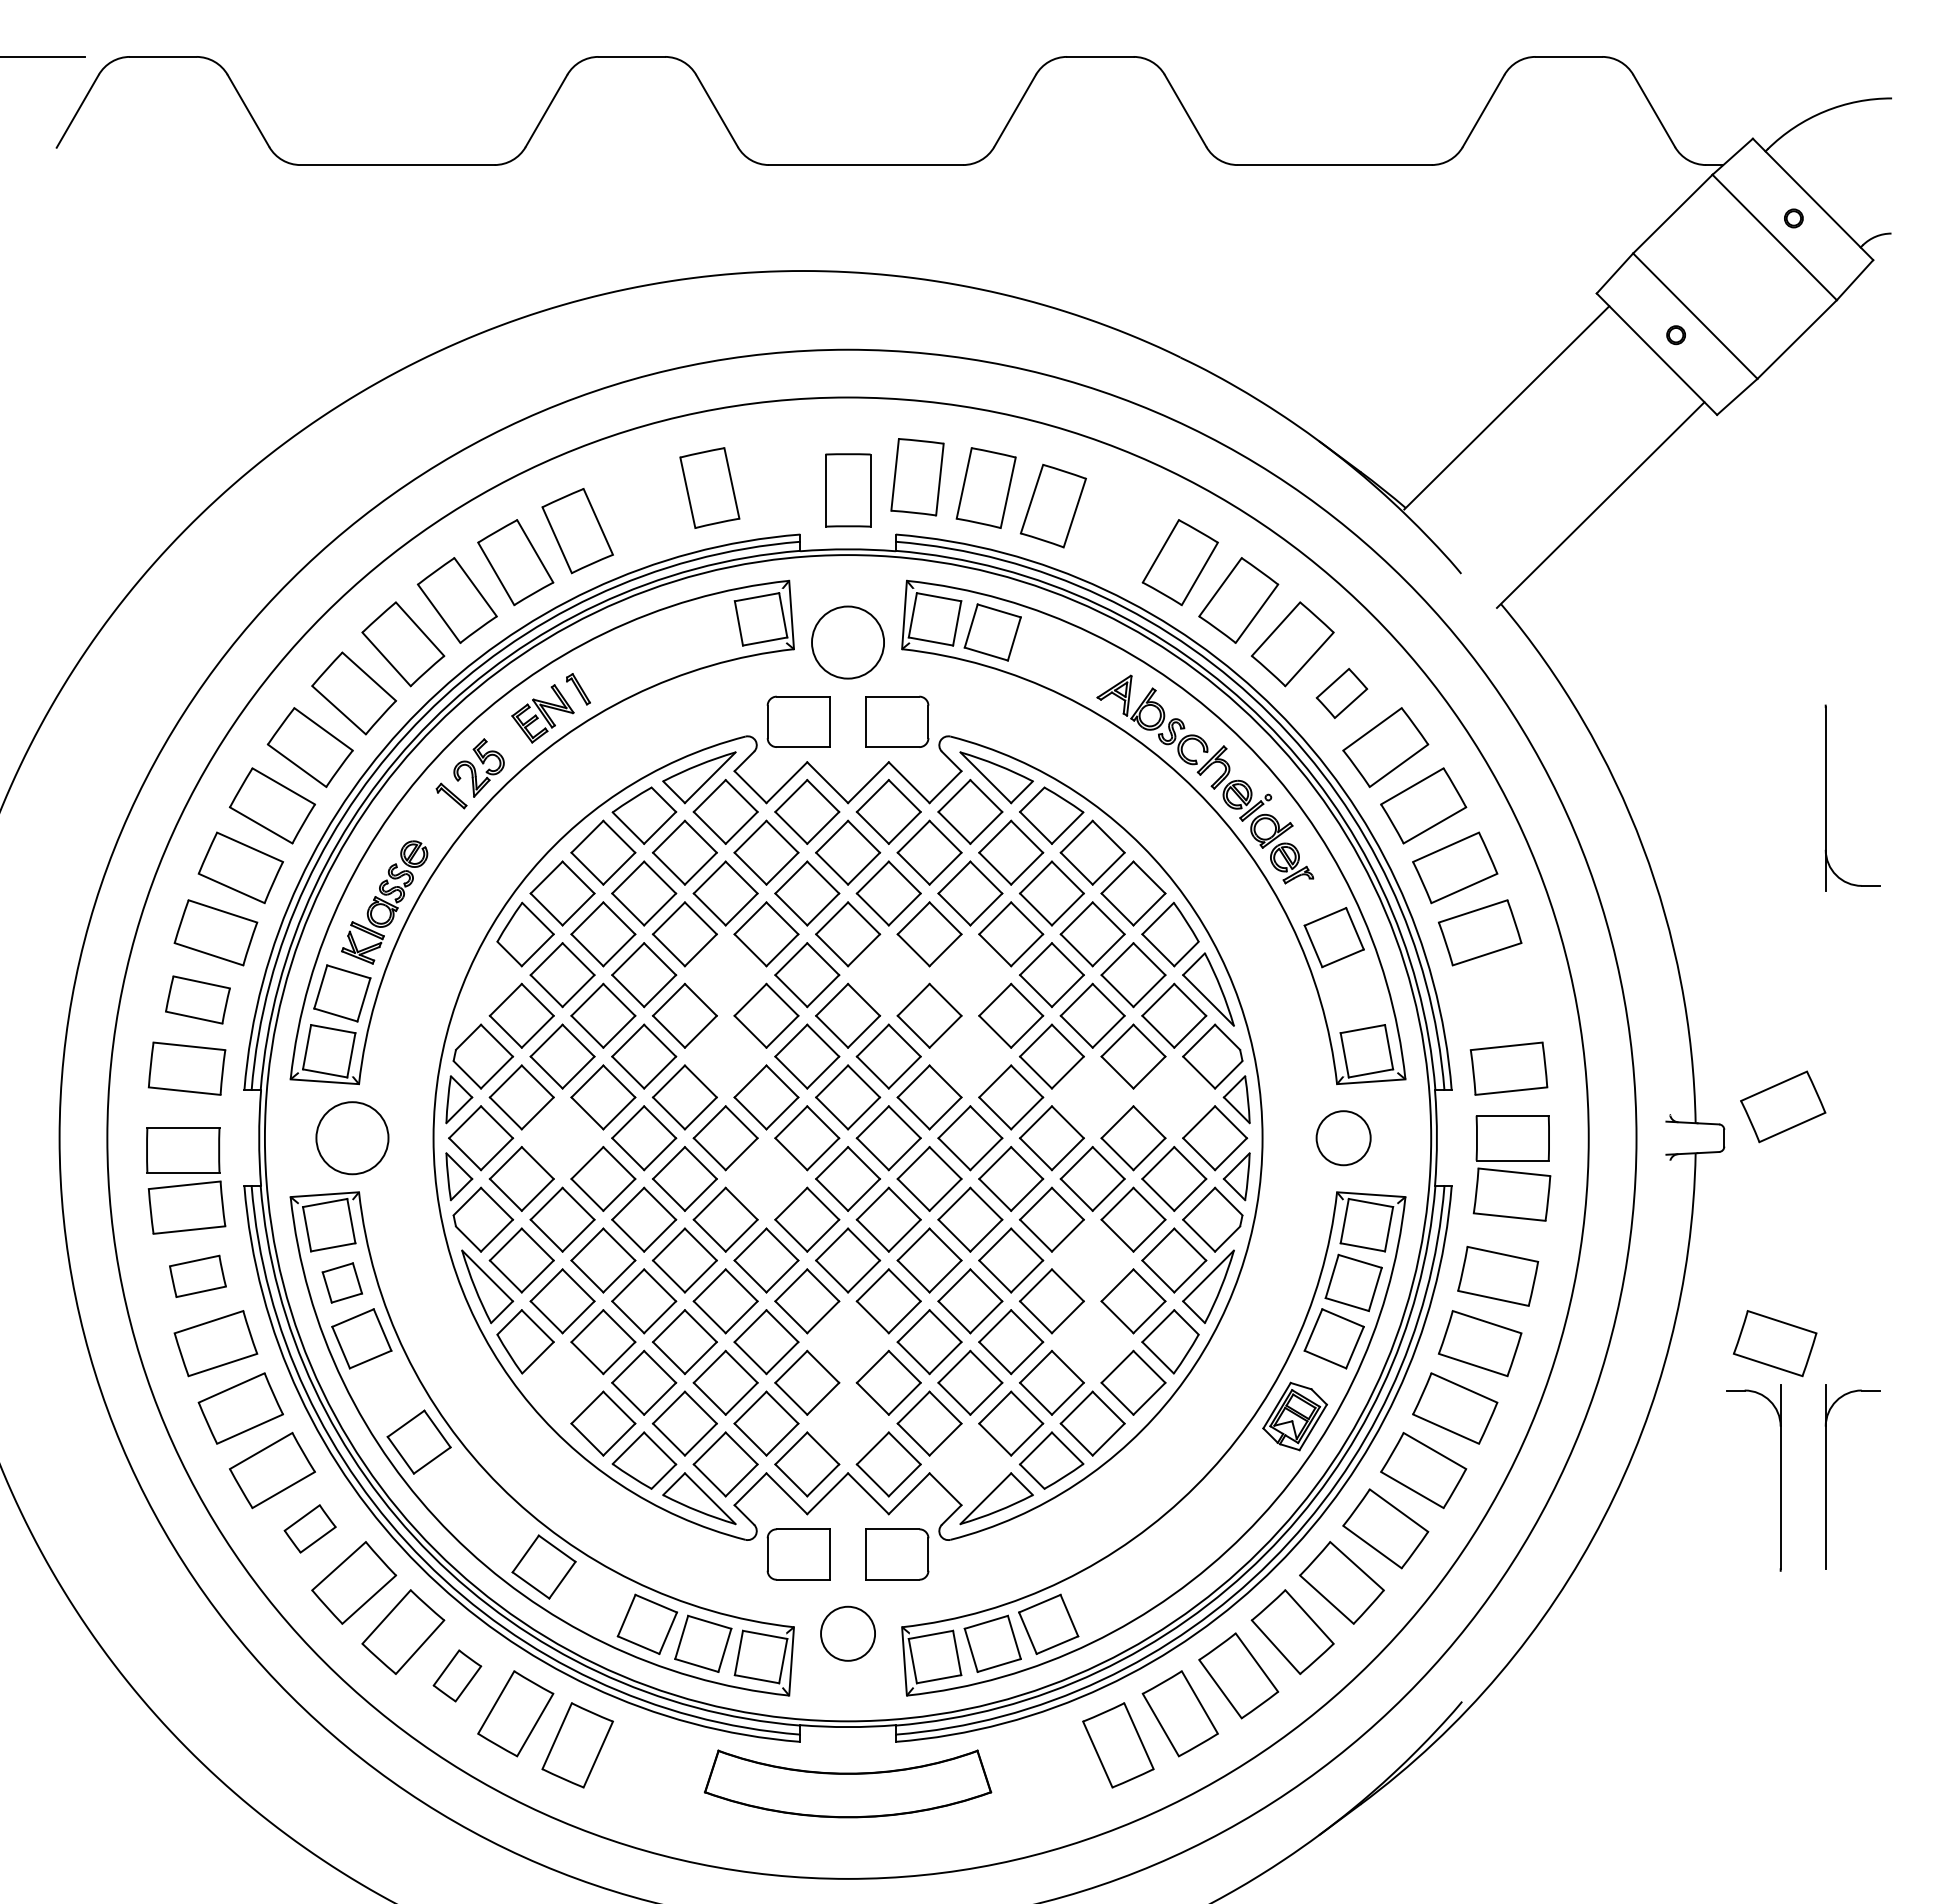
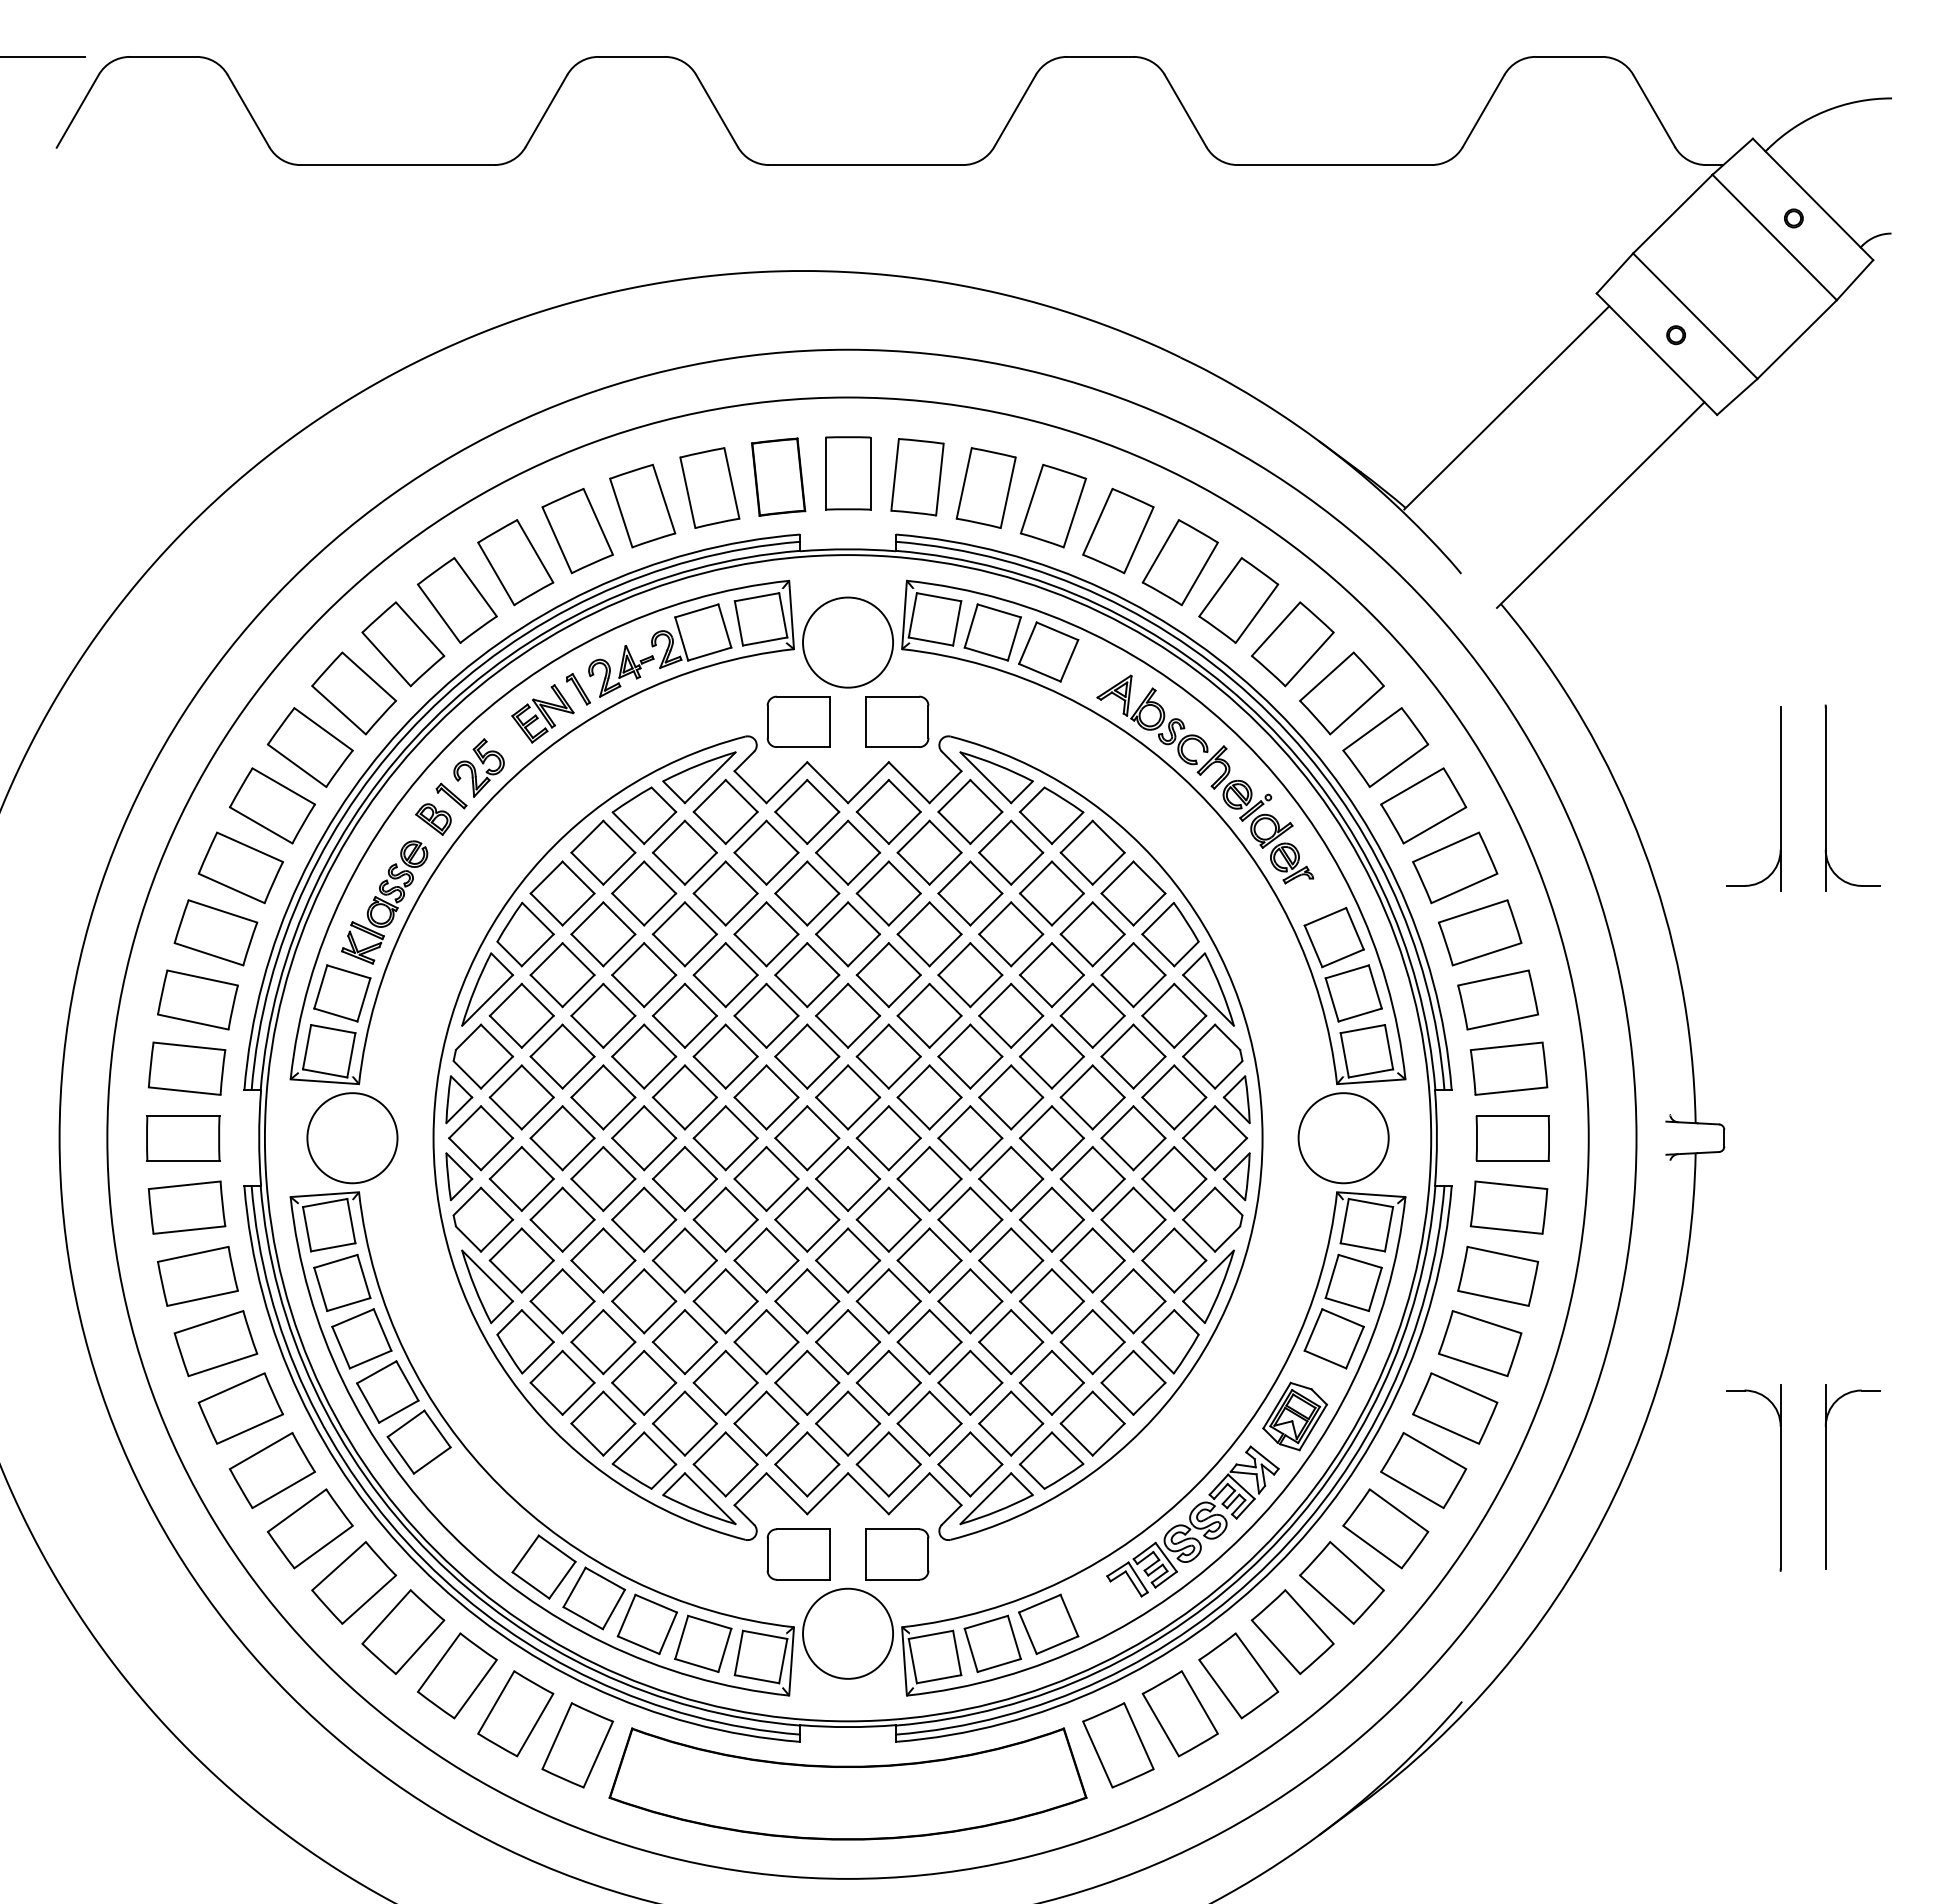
part at (778, 476): none -> present
part at (848, 490) position: (848, 490) -> (848, 473)
part at (642, 505): none -> present
part at (1118, 531): none -> present
circle at (847, 642) size: 74x75 px -> 92x93 px
part at (660, 650): none -> present
part at (1048, 651): none -> present
part at (1341, 693) size: 54x51 px -> 86x85 px
part at (1780, 798): none -> present
part at (433, 819): none -> present
part at (725, 975): none -> present
part at (888, 975): none -> present
part at (970, 975): none -> present
part at (487, 989): none -> present
part at (1353, 993): none -> present
part at (197, 999) size: 66x50 px -> 82x62 px
part at (1497, 999): none -> present
part at (725, 1056): none -> present
part at (970, 1056): none -> present
part at (1092, 1097): none -> present
part at (1174, 1097): none -> present
part at (1783, 1106): present -> none
circle at (352, 1138) diameter: 72 px -> 90 px
part at (562, 1138): none -> present
circle at (1343, 1138) diameter: 54 px -> 90 px
part at (183, 1150) position: (183, 1150) -> (183, 1138)
part at (766, 1178): none -> present
part at (1511, 1194) position: (1511, 1194) -> (1508, 1207)
part at (1092, 1260): none -> present
part at (197, 1275) size: 58x44 px -> 82x61 px
part at (341, 1282) size: 42x42 px -> 59x60 px
part at (848, 1342): none -> present
part at (1092, 1342): none -> present
part at (1774, 1343): present -> none
part at (562, 1382): none -> present
part at (387, 1391): none -> present
part at (848, 1423): none -> present
part at (970, 1464): none -> present
part at (1192, 1521): none -> present
part at (309, 1528) size: 54x50 px -> 88x82 px
part at (594, 1598): none -> present
circle at (848, 1633) diameter: 54 px -> 90 px
part at (457, 1675) size: 51x54 px -> 81x88 px
part at (847, 1783) size: 290x70 px -> 480x114 px
